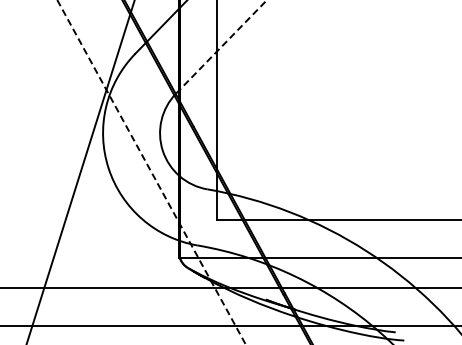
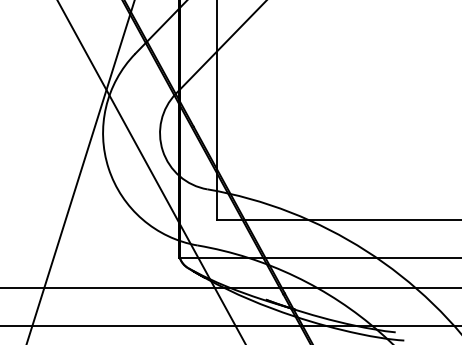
line at (221, 46): dashed -> solid
line at (151, 171): dashed -> solid
